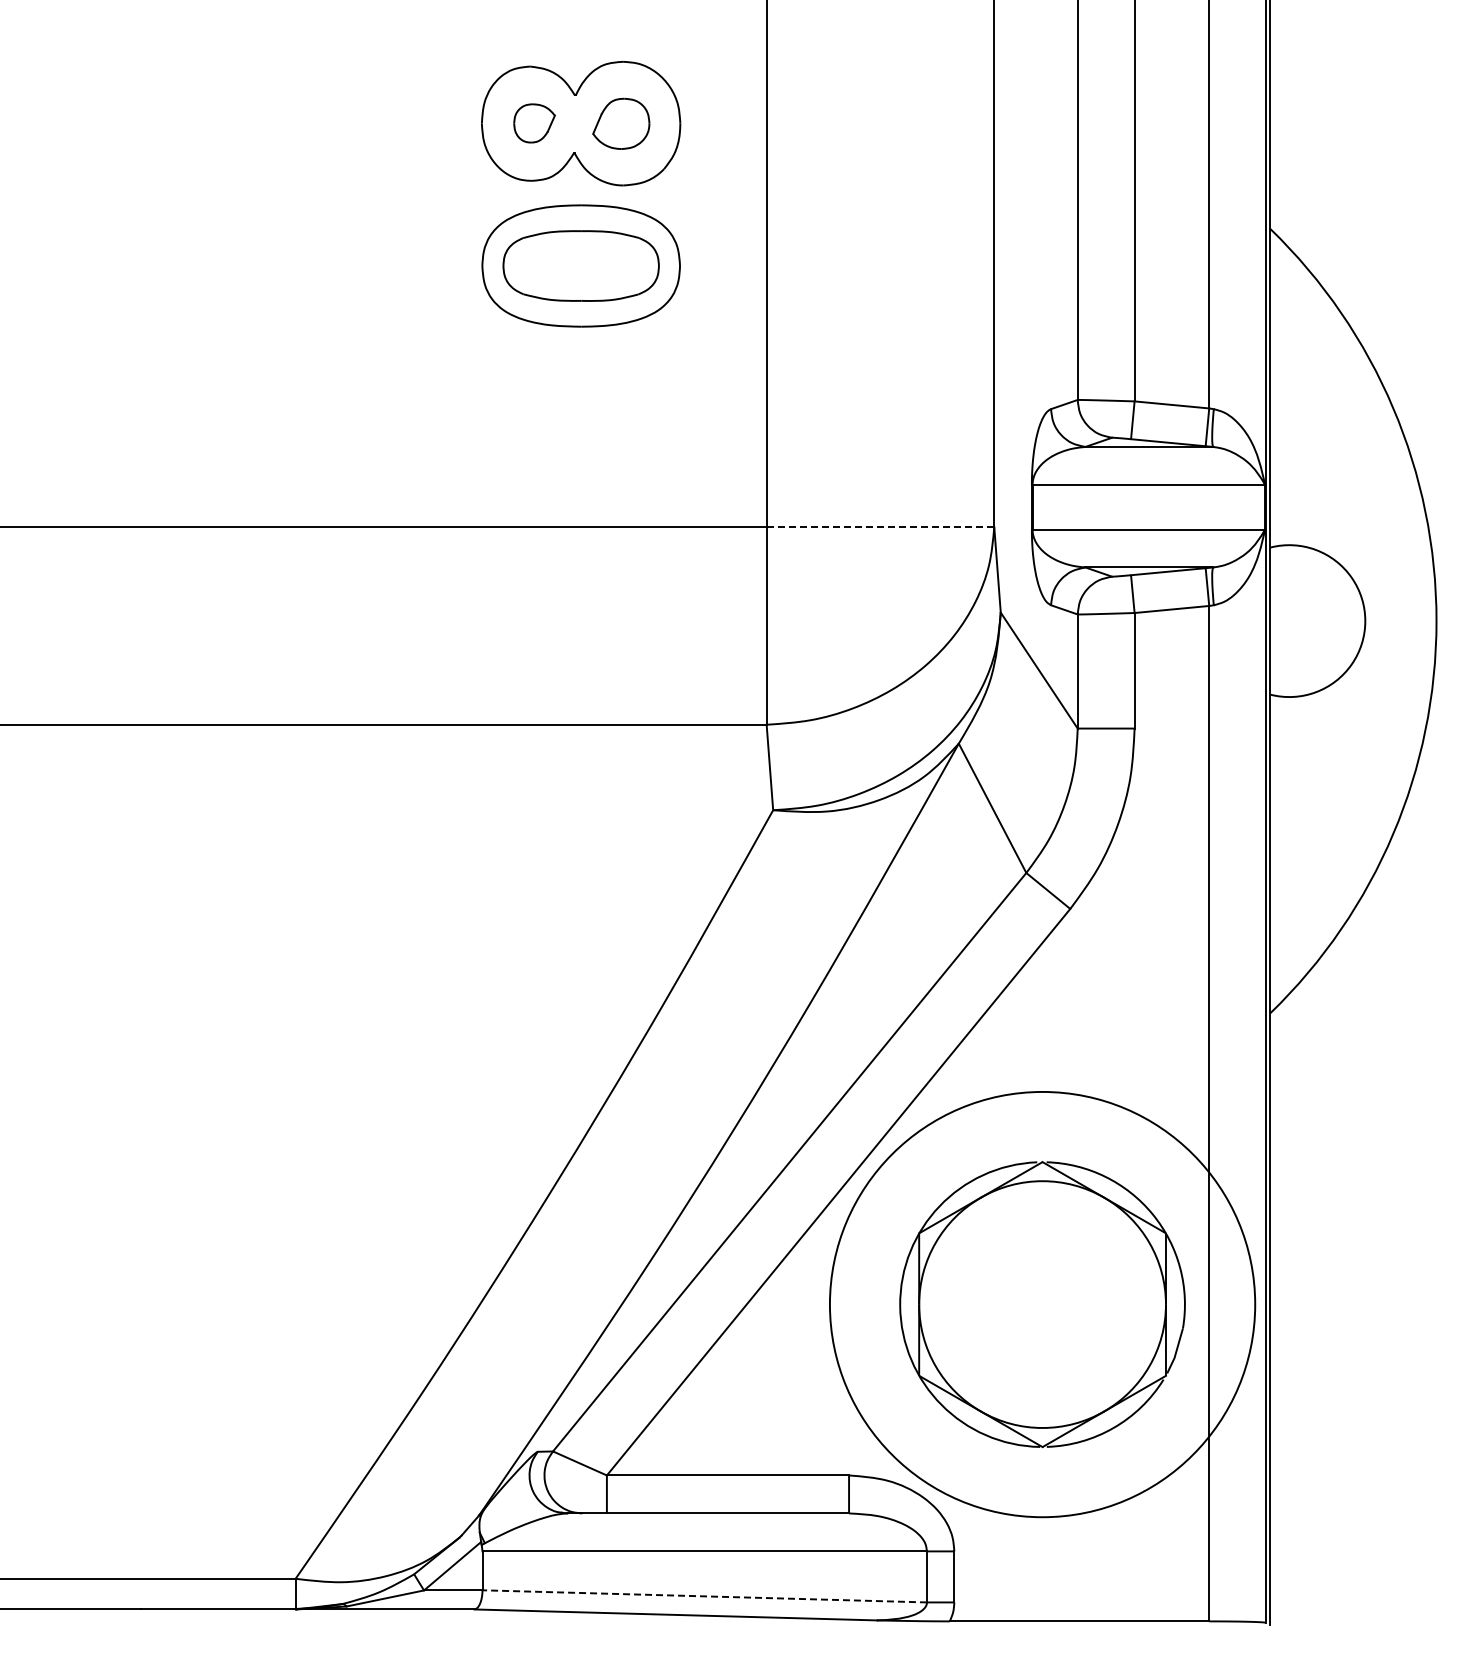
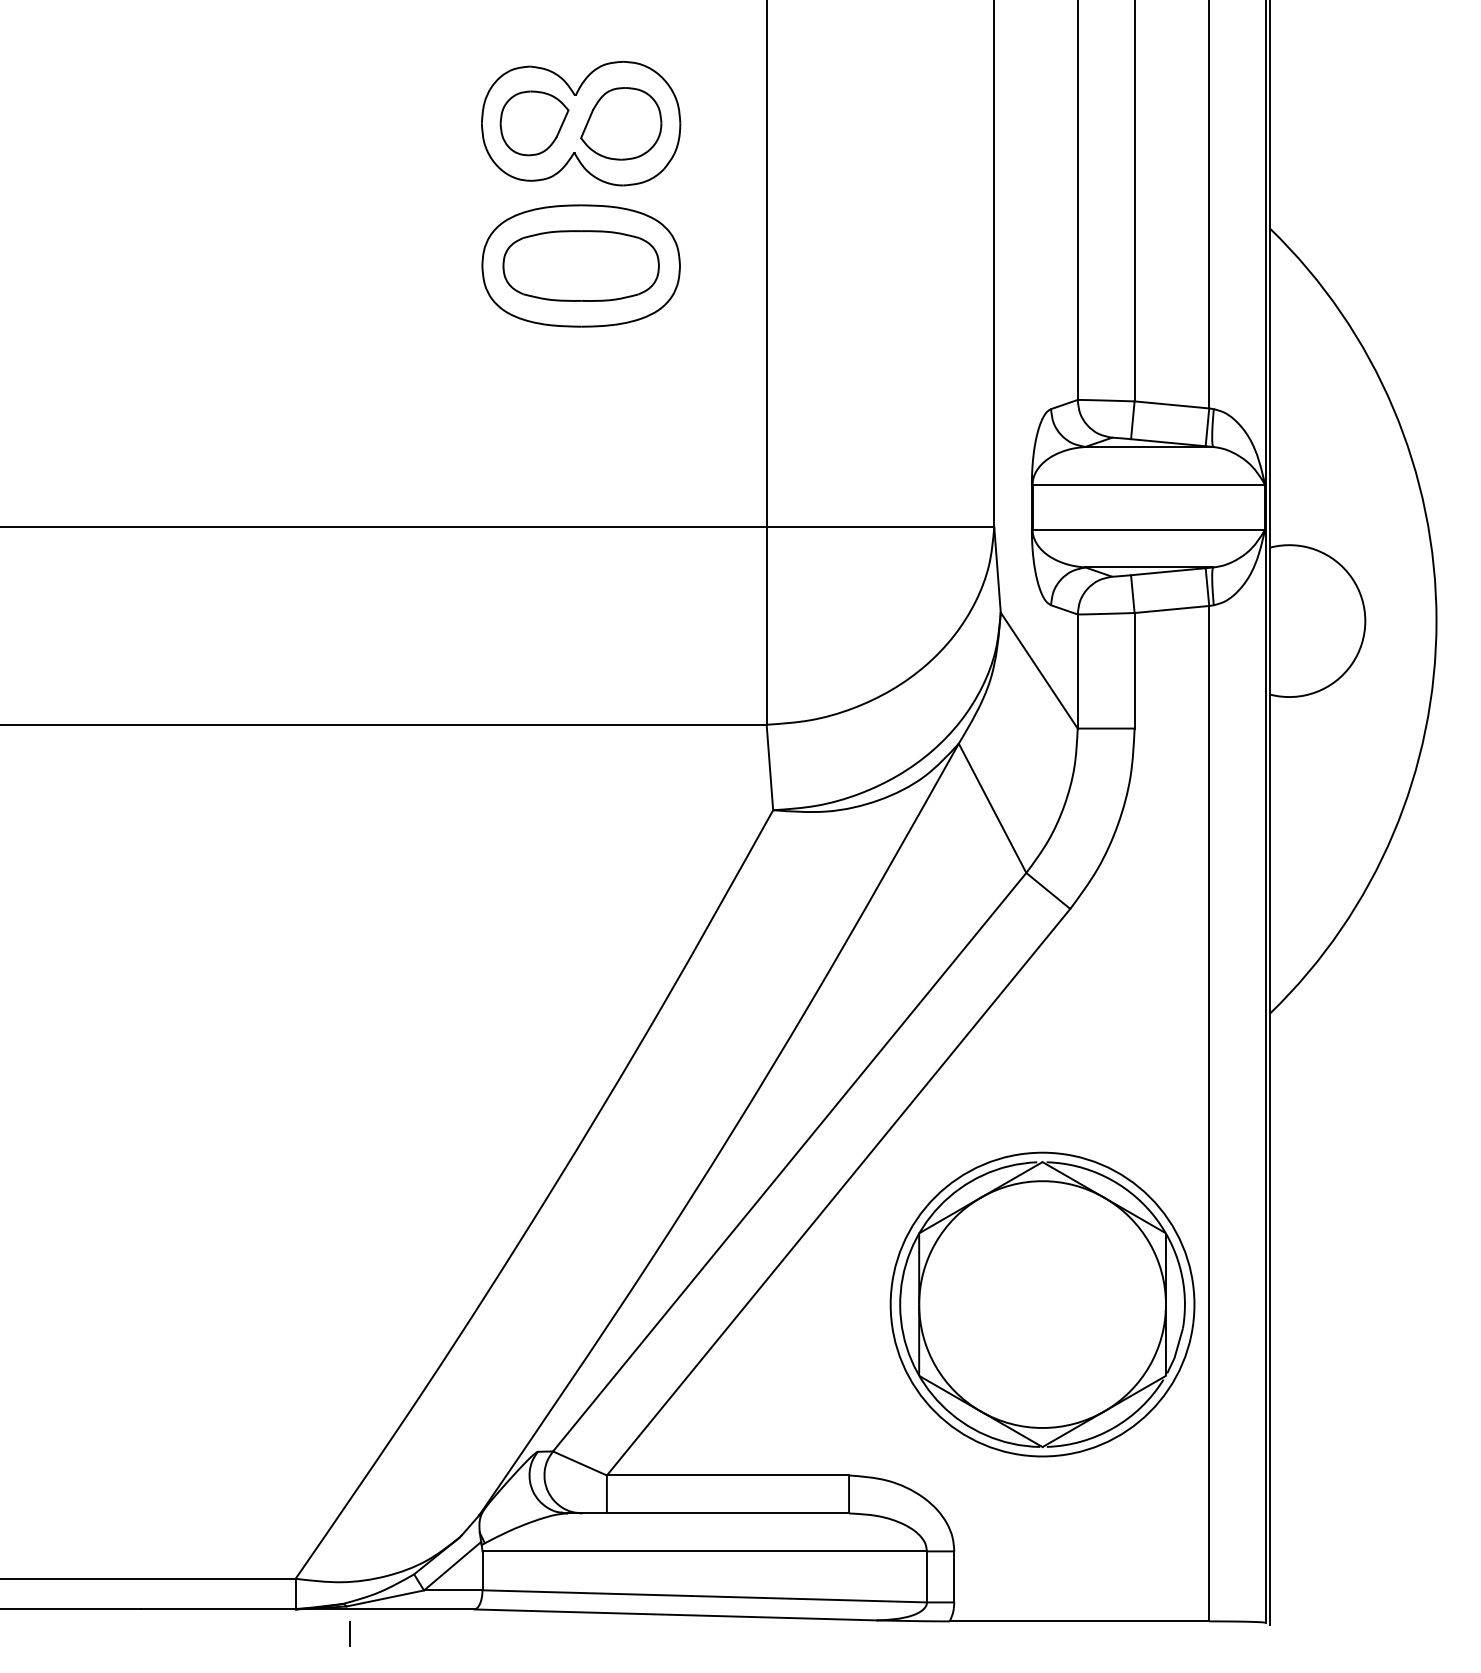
part at (534, 123) size: 43x41 px -> 71x67 px
part at (621, 123) size: 59x53 px -> 83x74 px
line at (880, 527): dashed -> solid
circle at (1042, 1304) diameter: 425 px -> 304 px
line at (704, 1596): dashed -> solid
line at (349, 1633): none -> present
